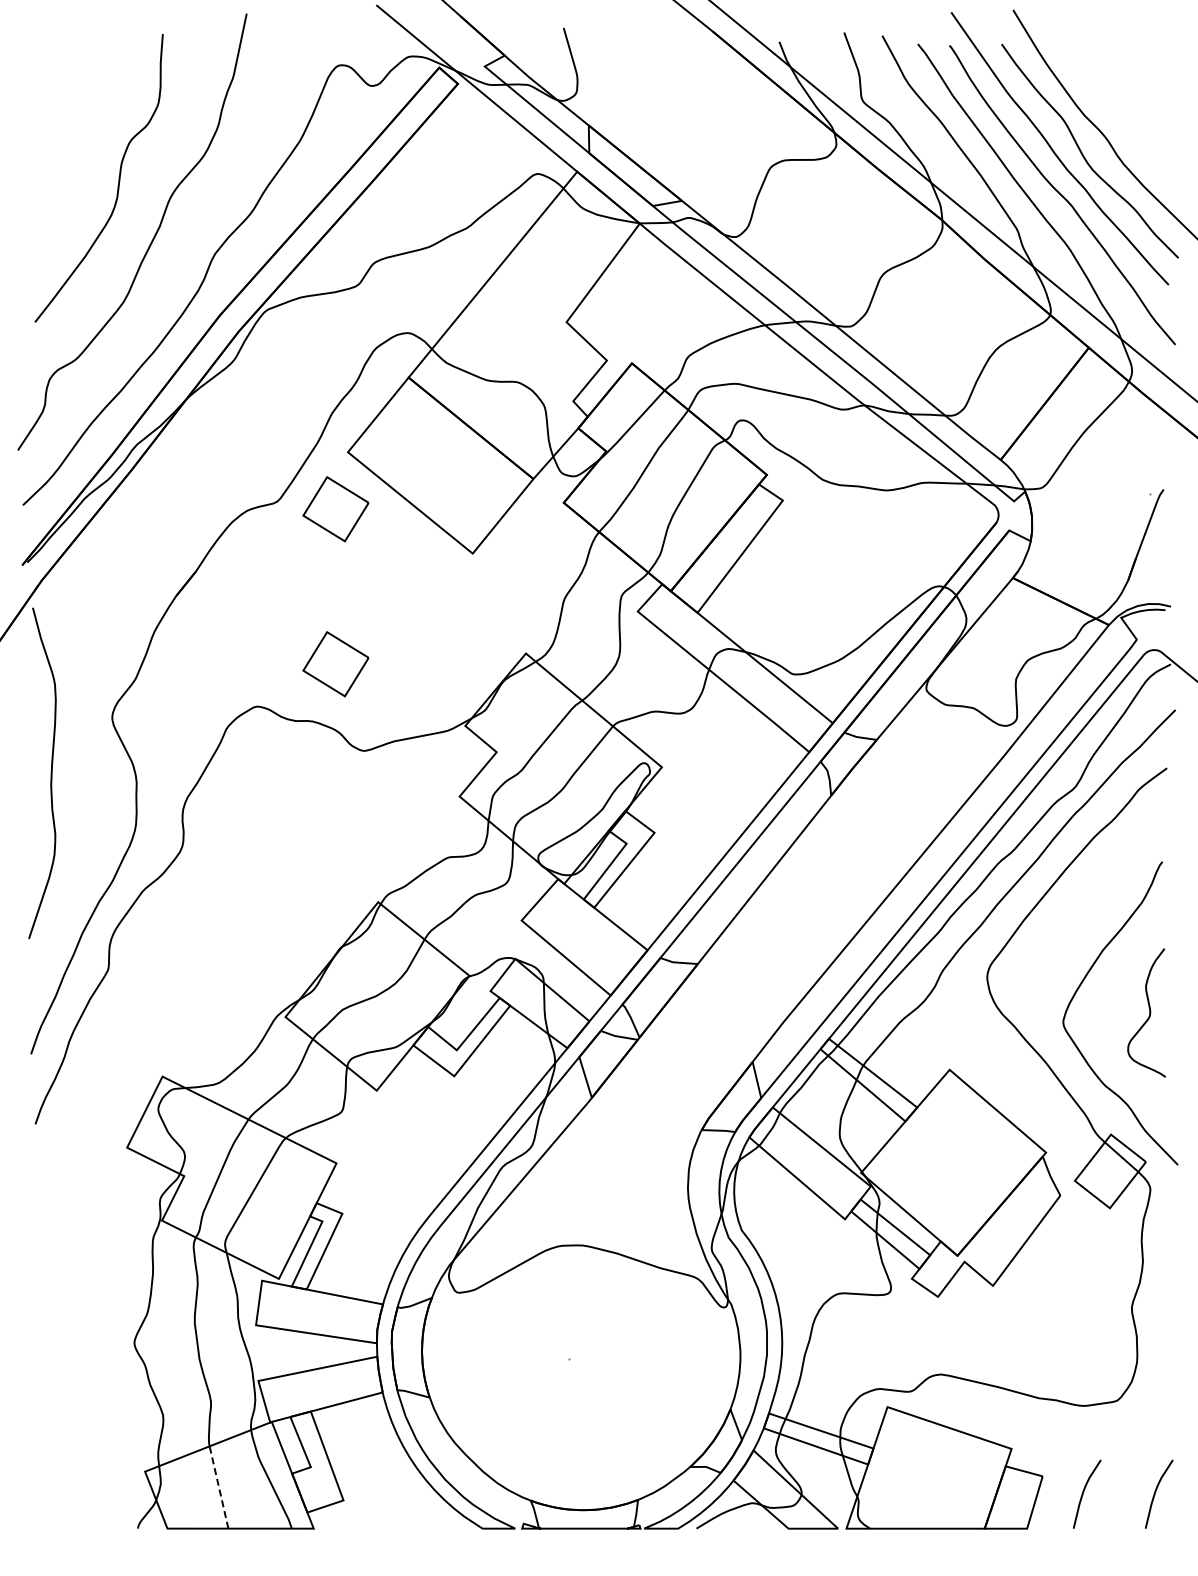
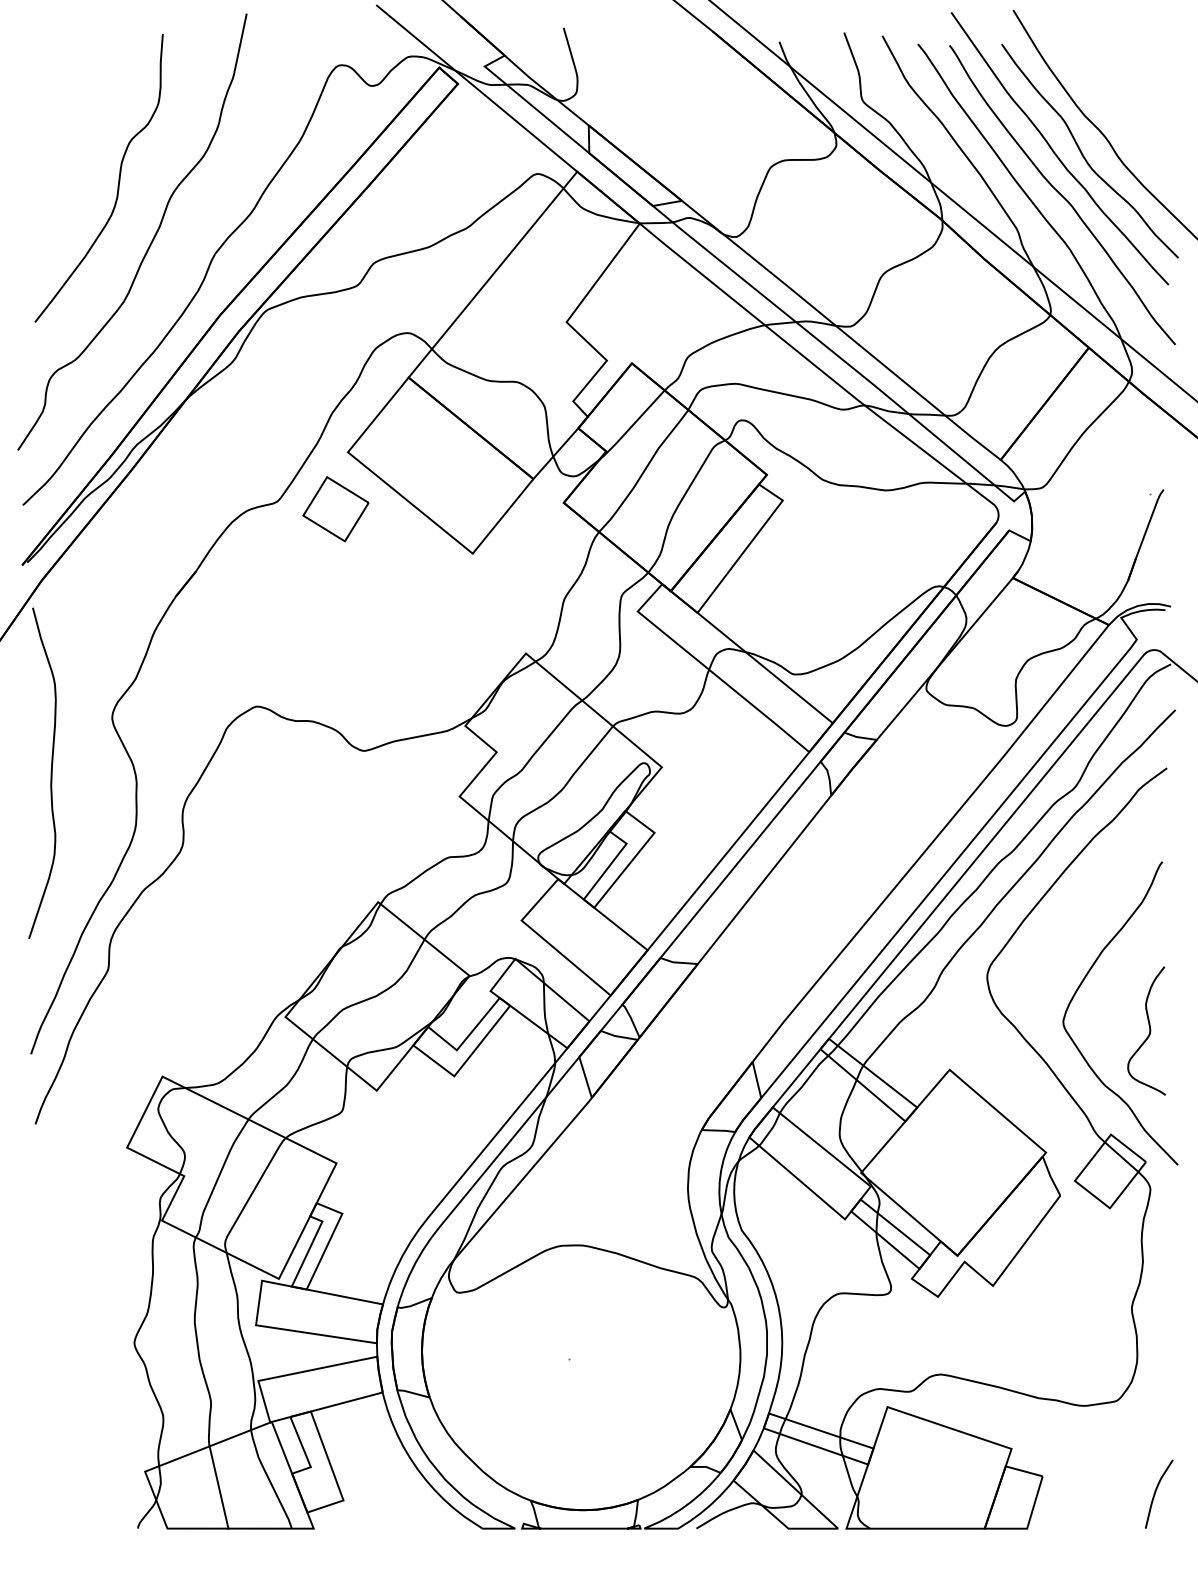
part at (335, 664): present -> none
curve at (1149, 1012) position: (1149, 1012) -> (1149, 1030)
line at (218, 1486): dashed -> solid
curve at (1084, 1492): present -> none
